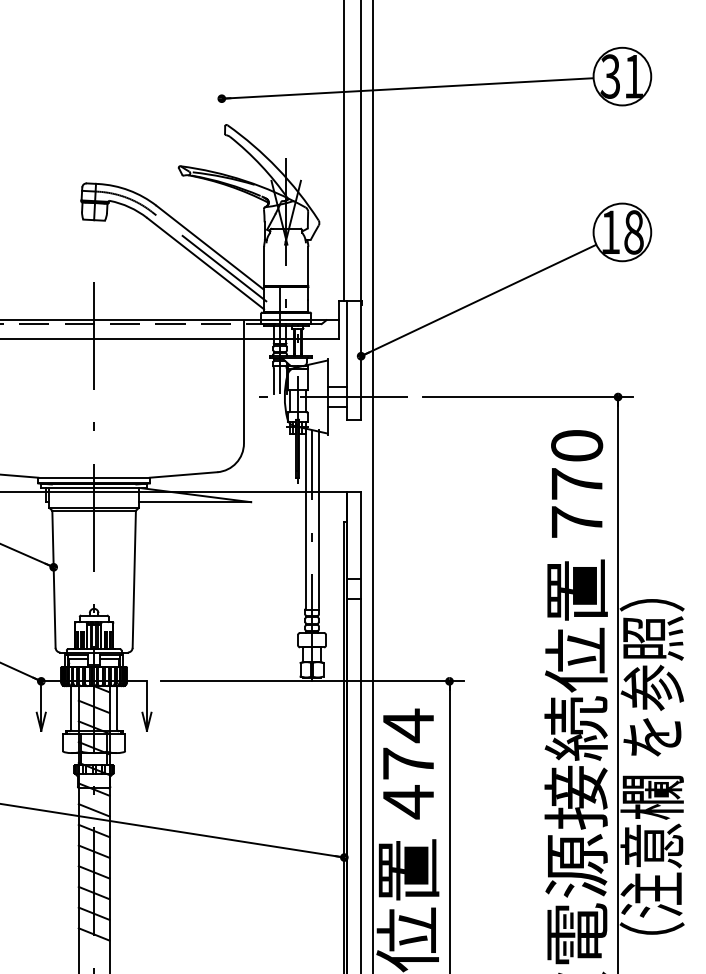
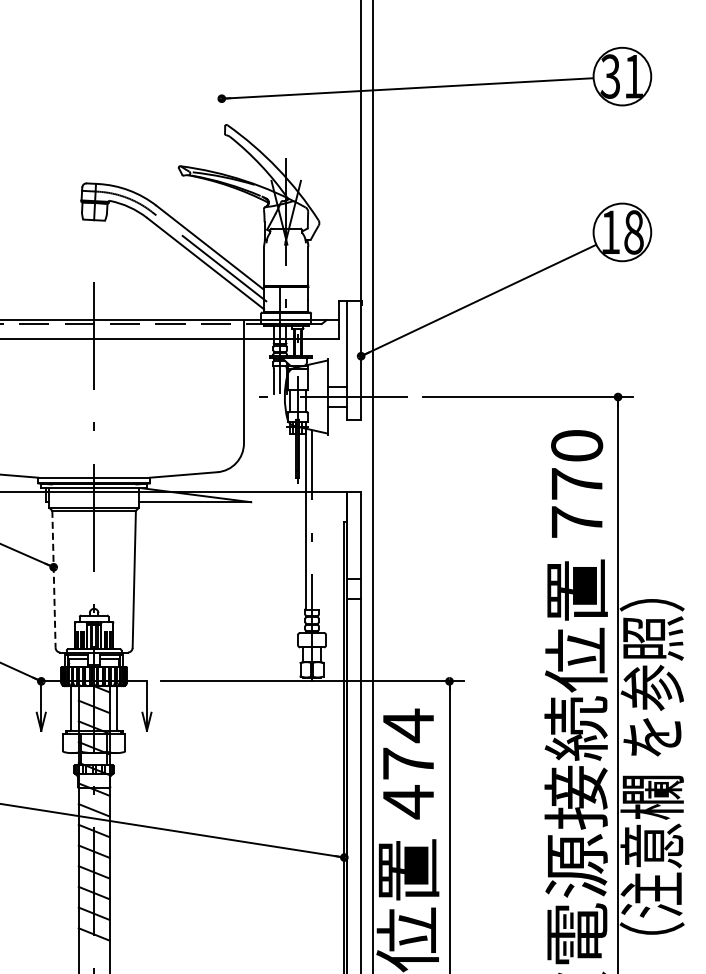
line at (343, 151): present -> none
line at (318, 519): present -> none
line at (53, 579): solid -> dashed
